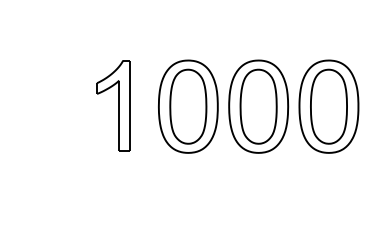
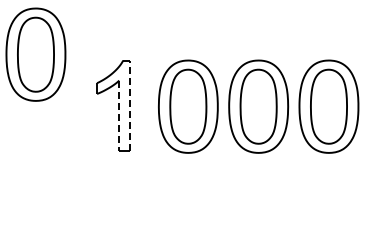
part at (35, 54): none -> present
line at (130, 105): solid -> dashed
line at (119, 116): solid -> dashed
